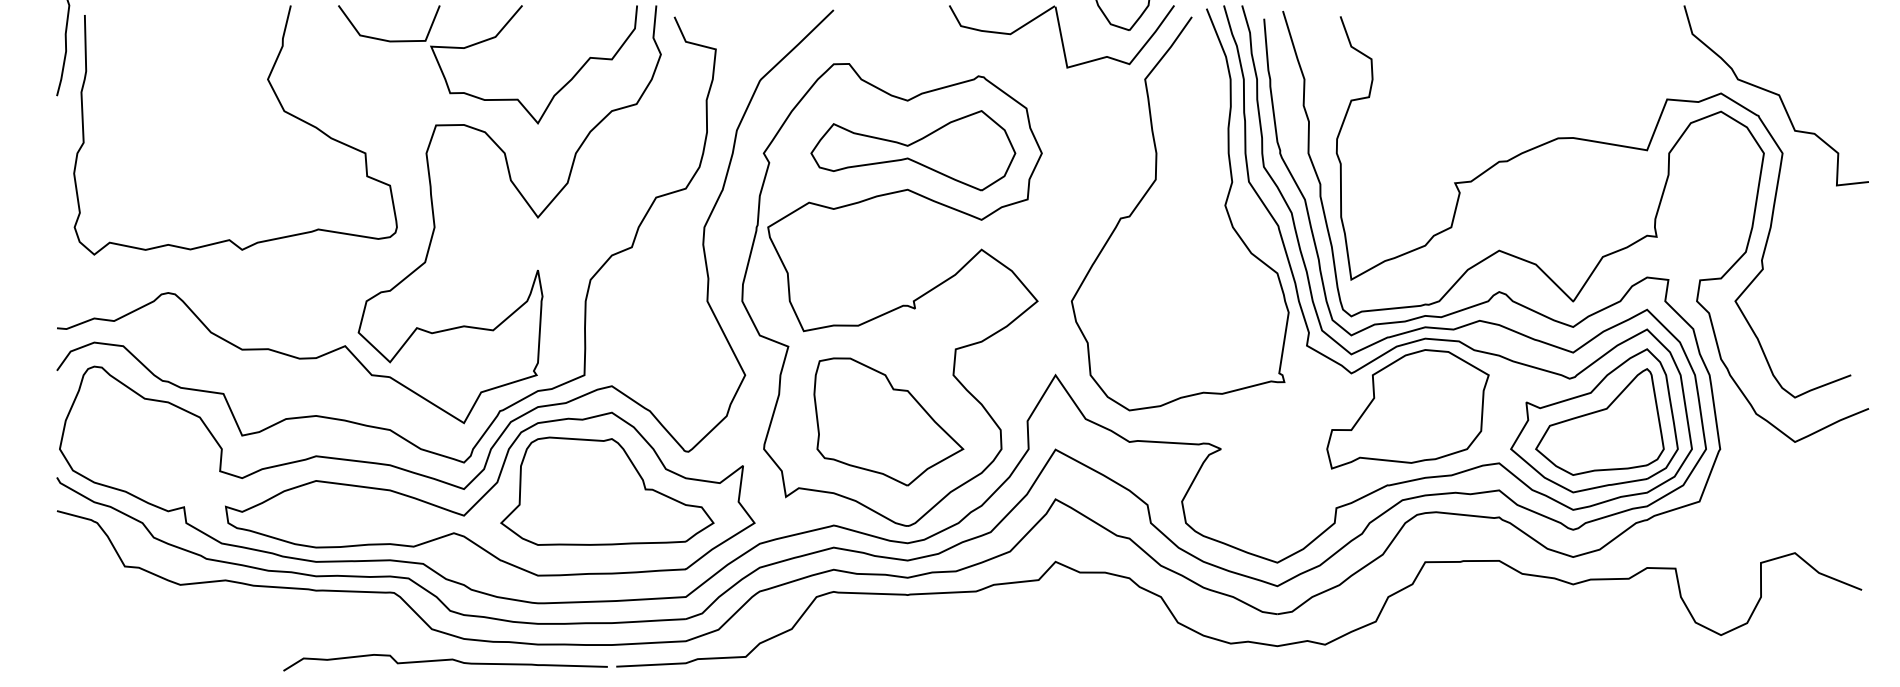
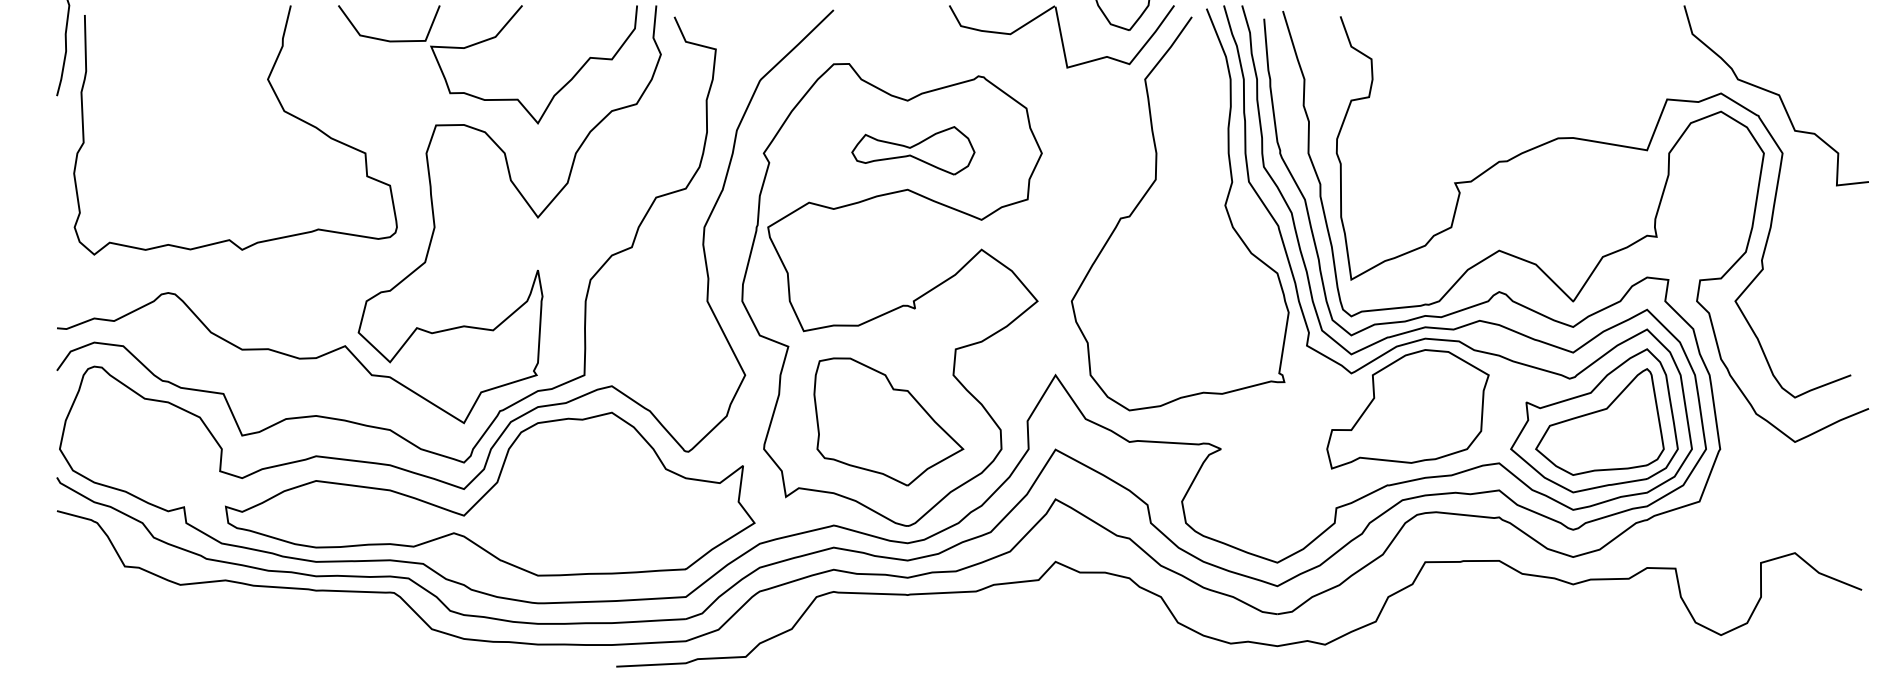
part at (913, 150) size: 207x82 px -> 125x50 px
part at (607, 490): present -> none
curve at (445, 660): present -> none
